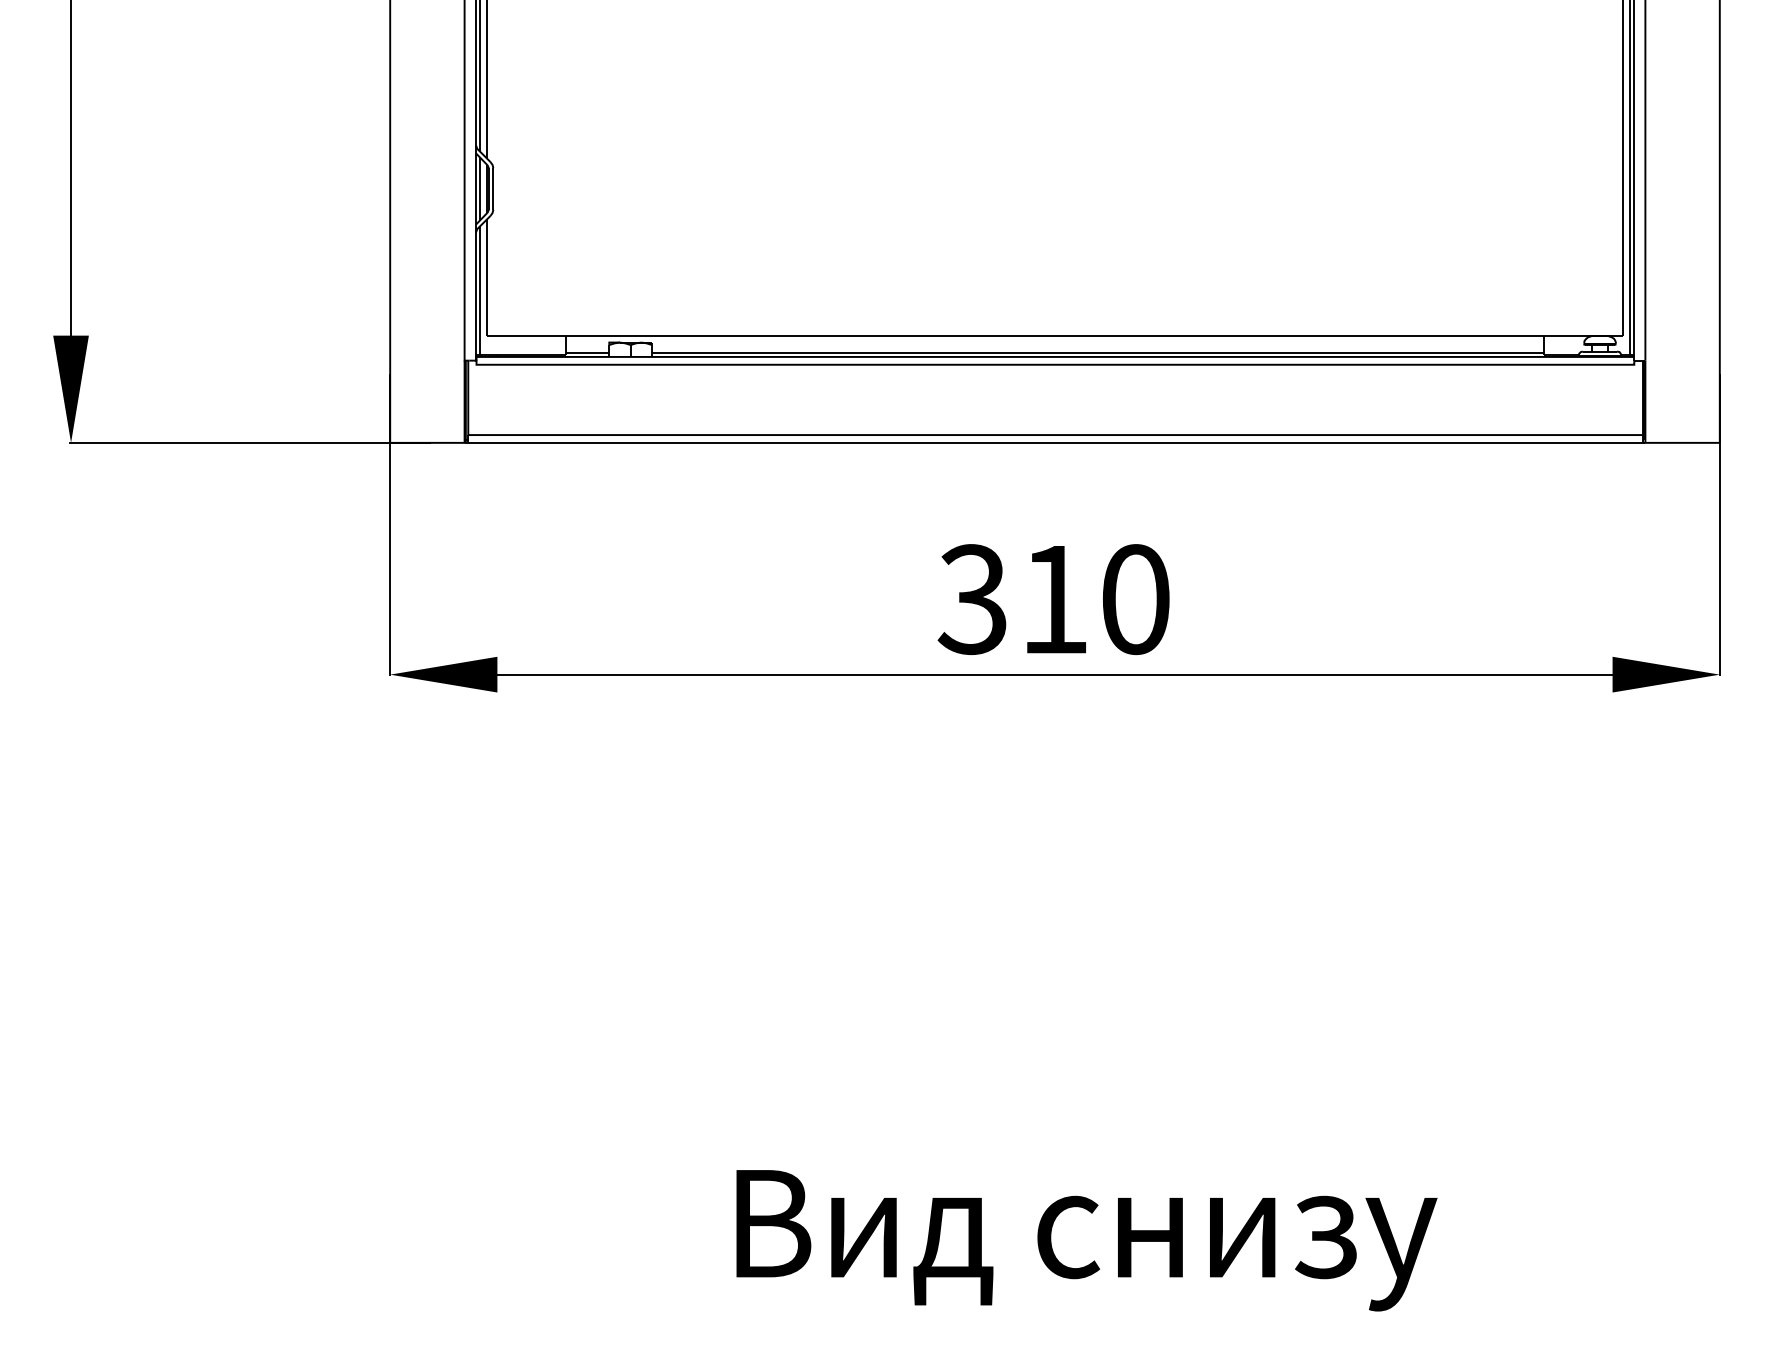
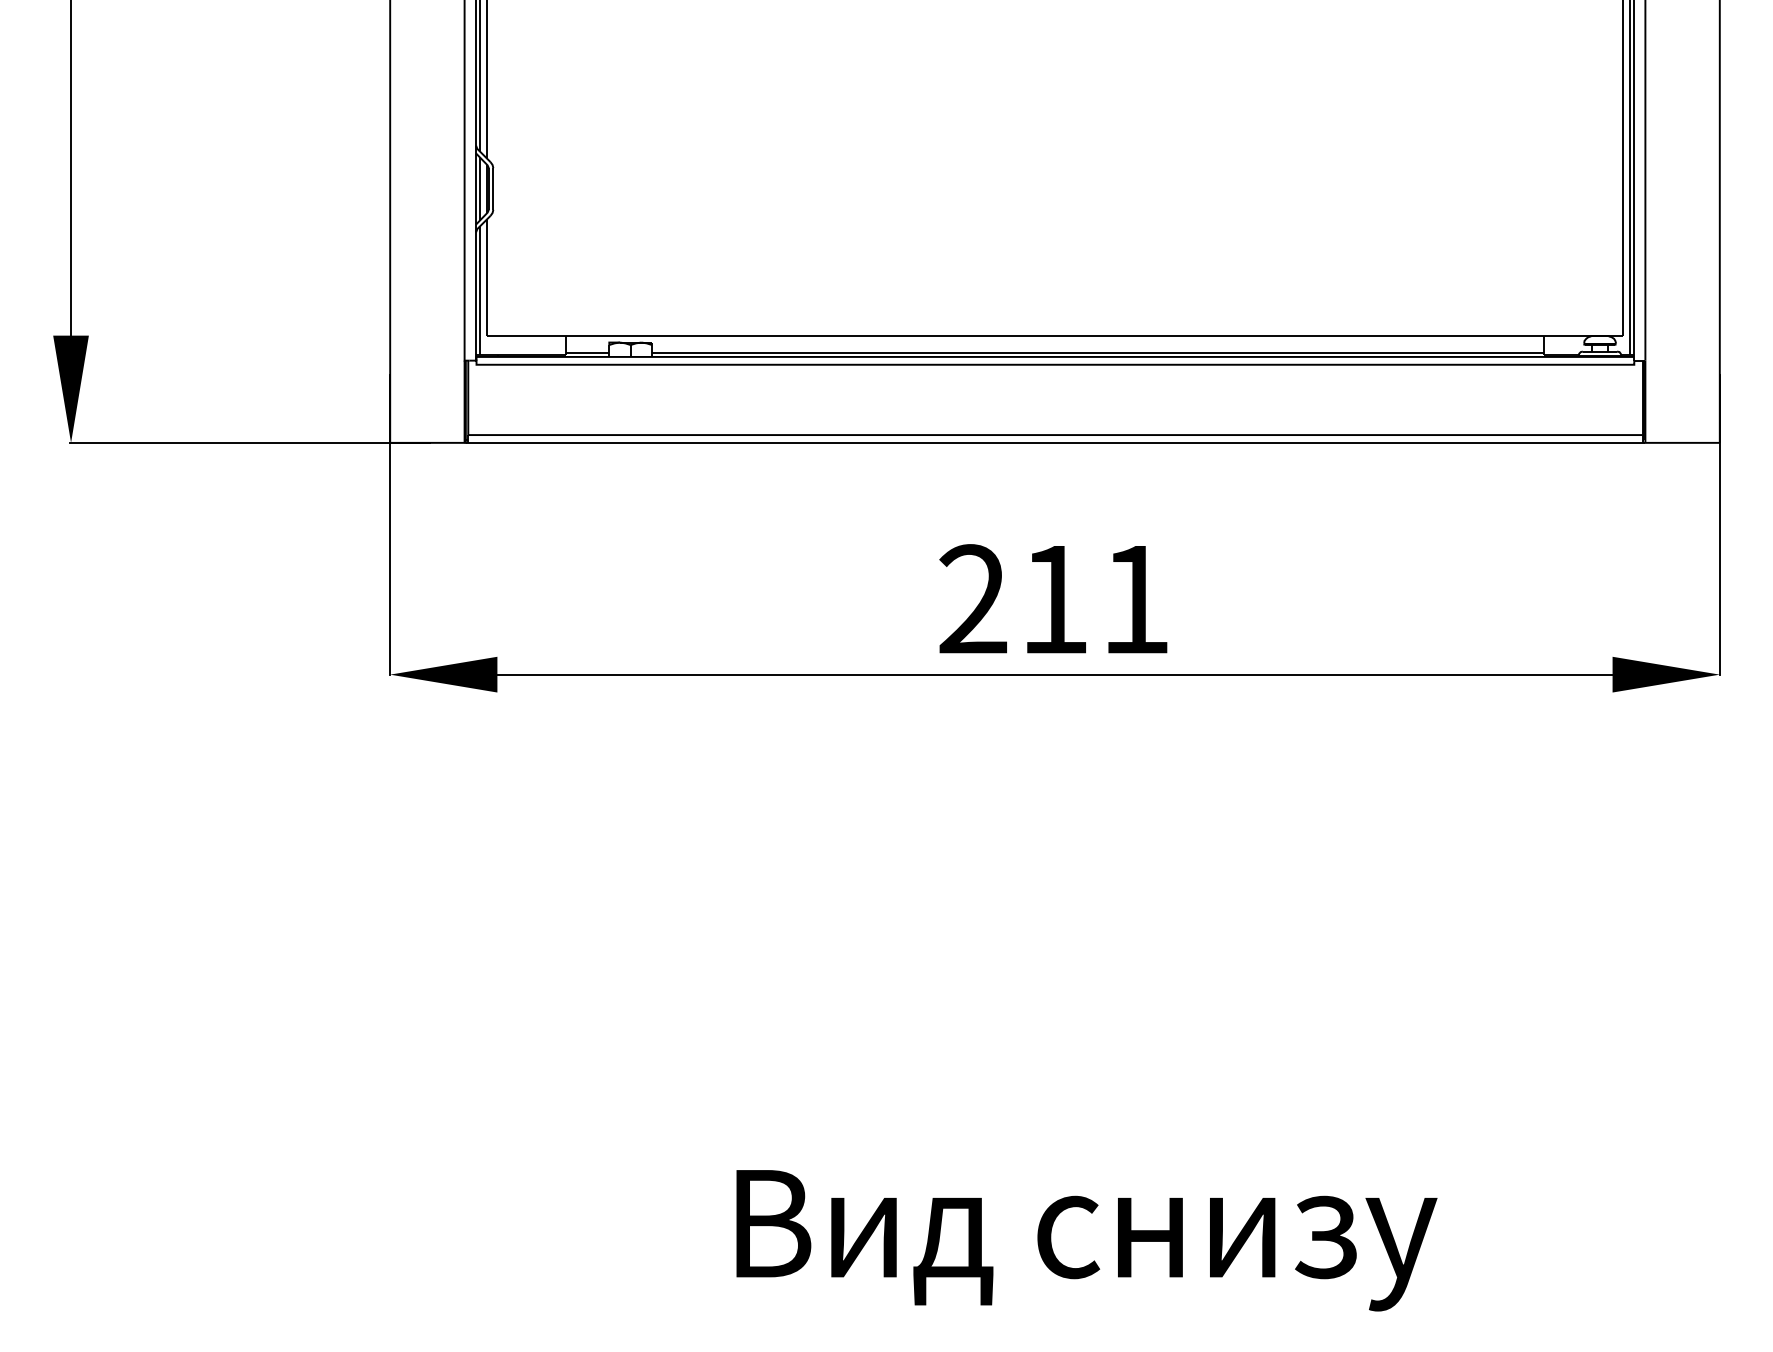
text at (1053, 599): 310 -> 211
